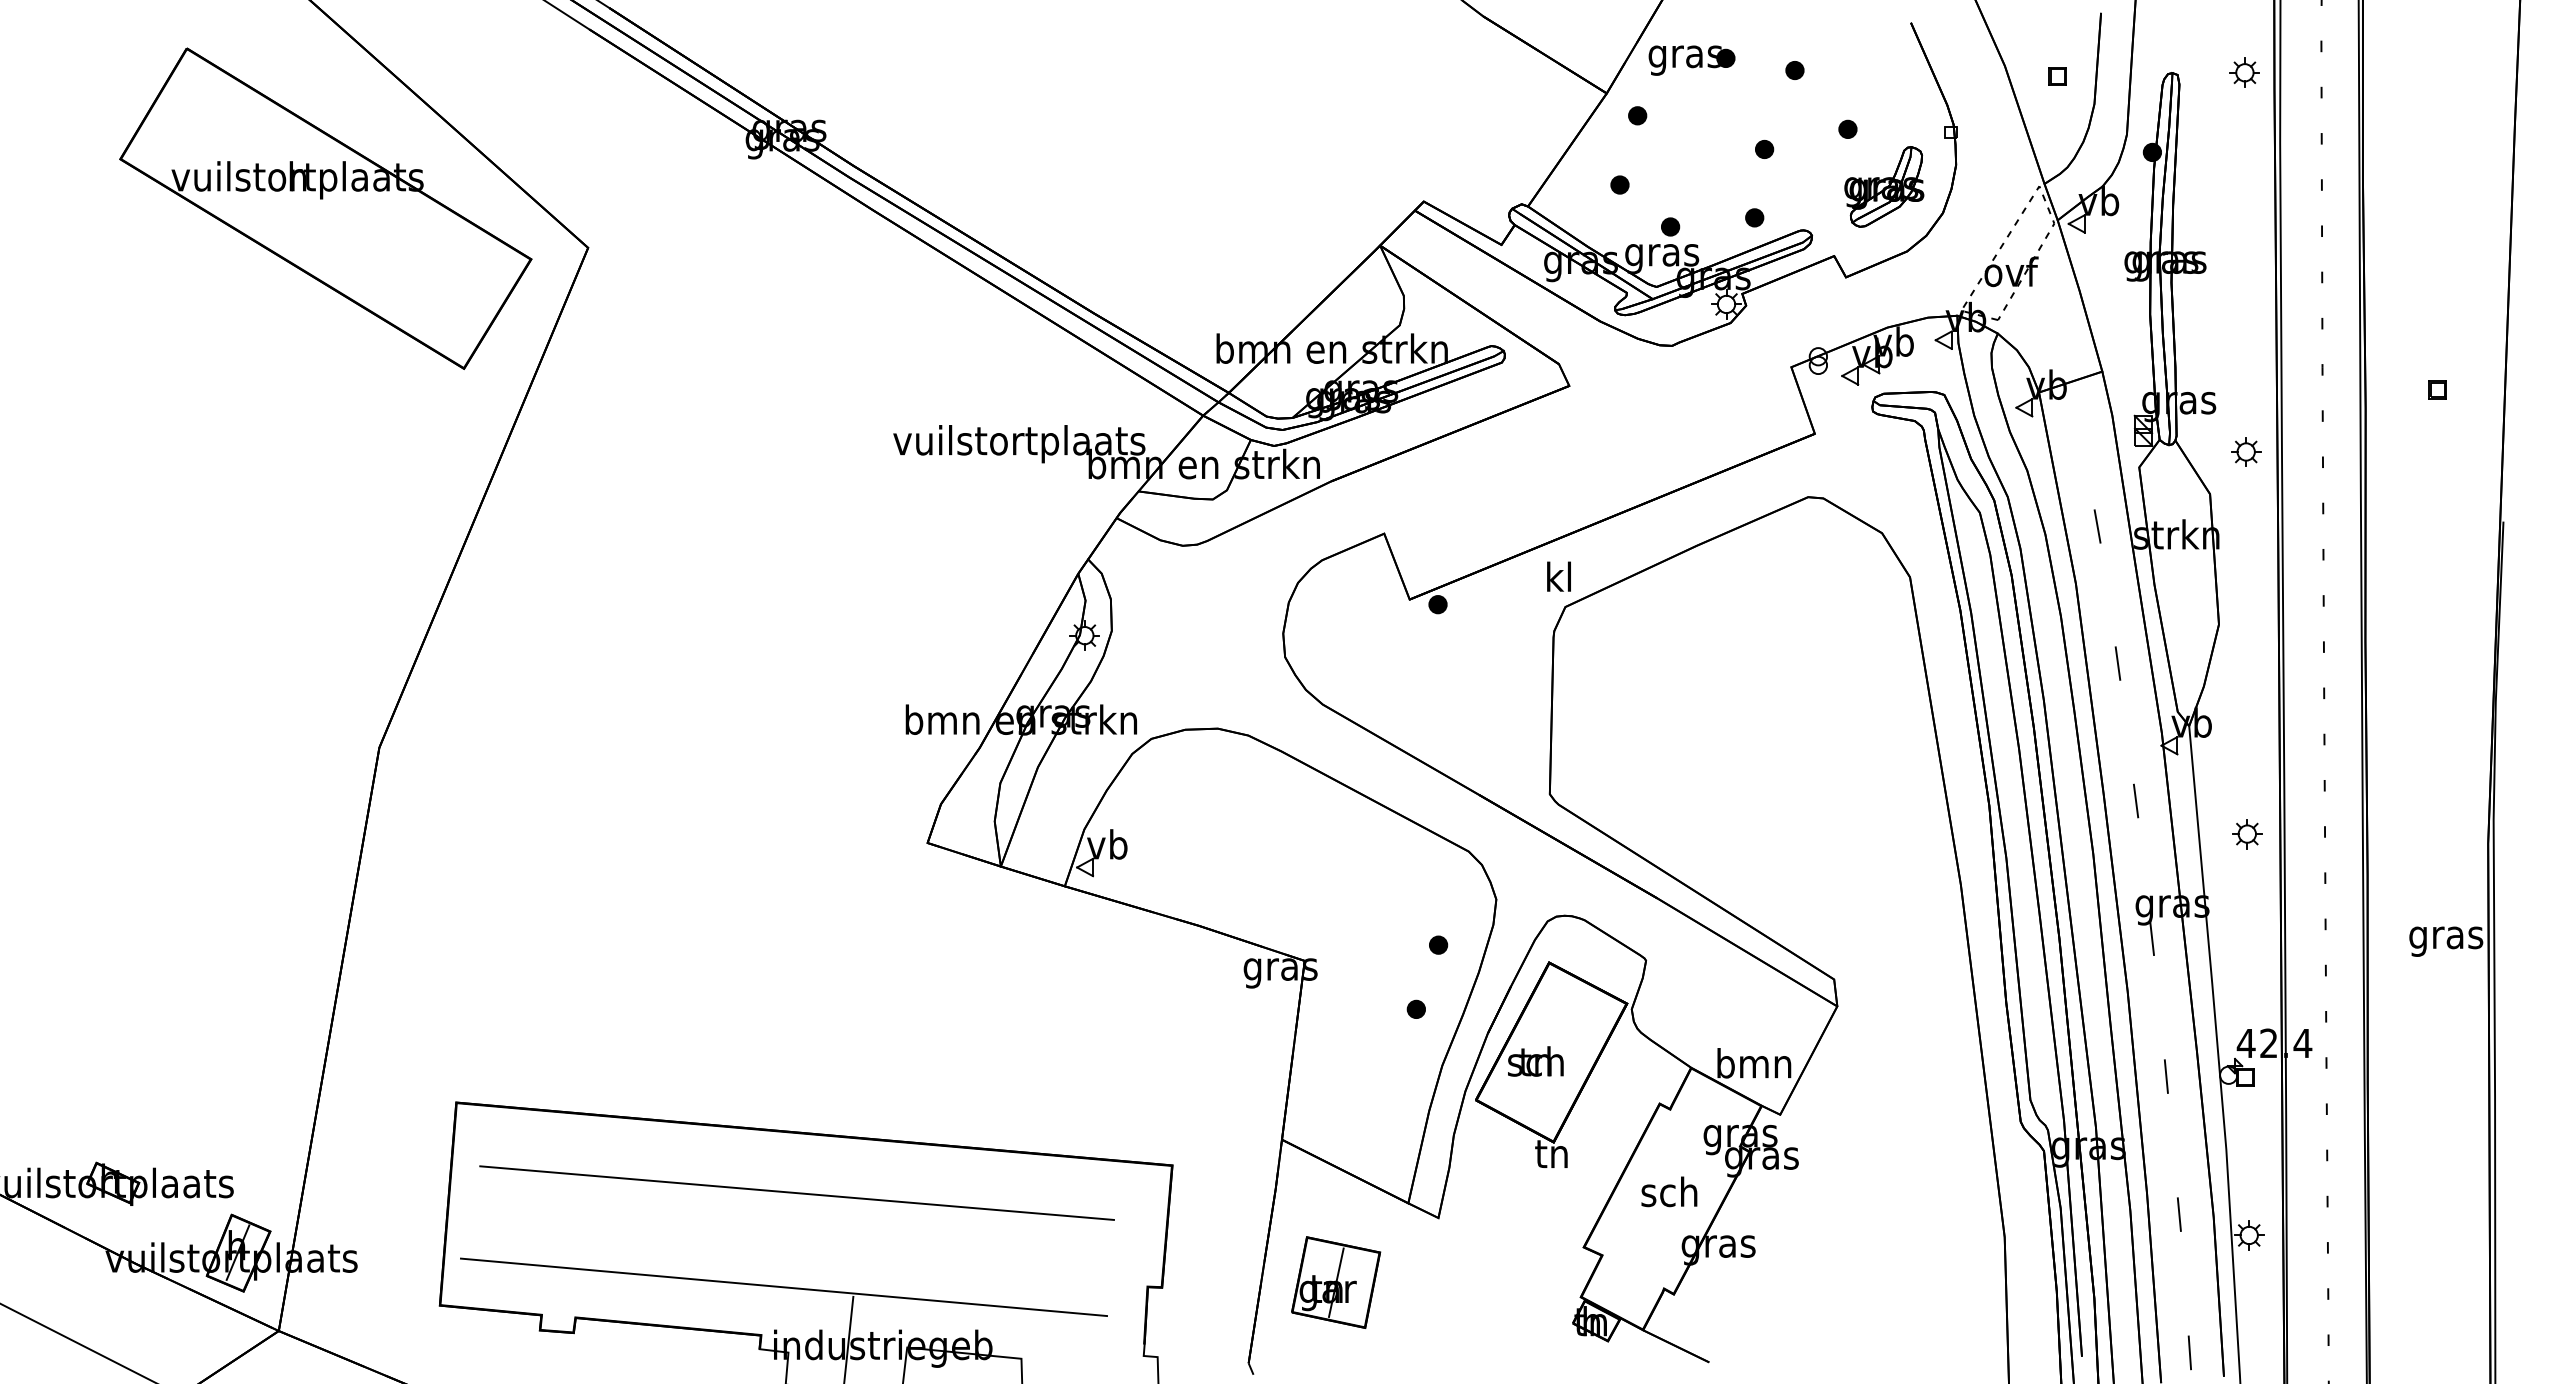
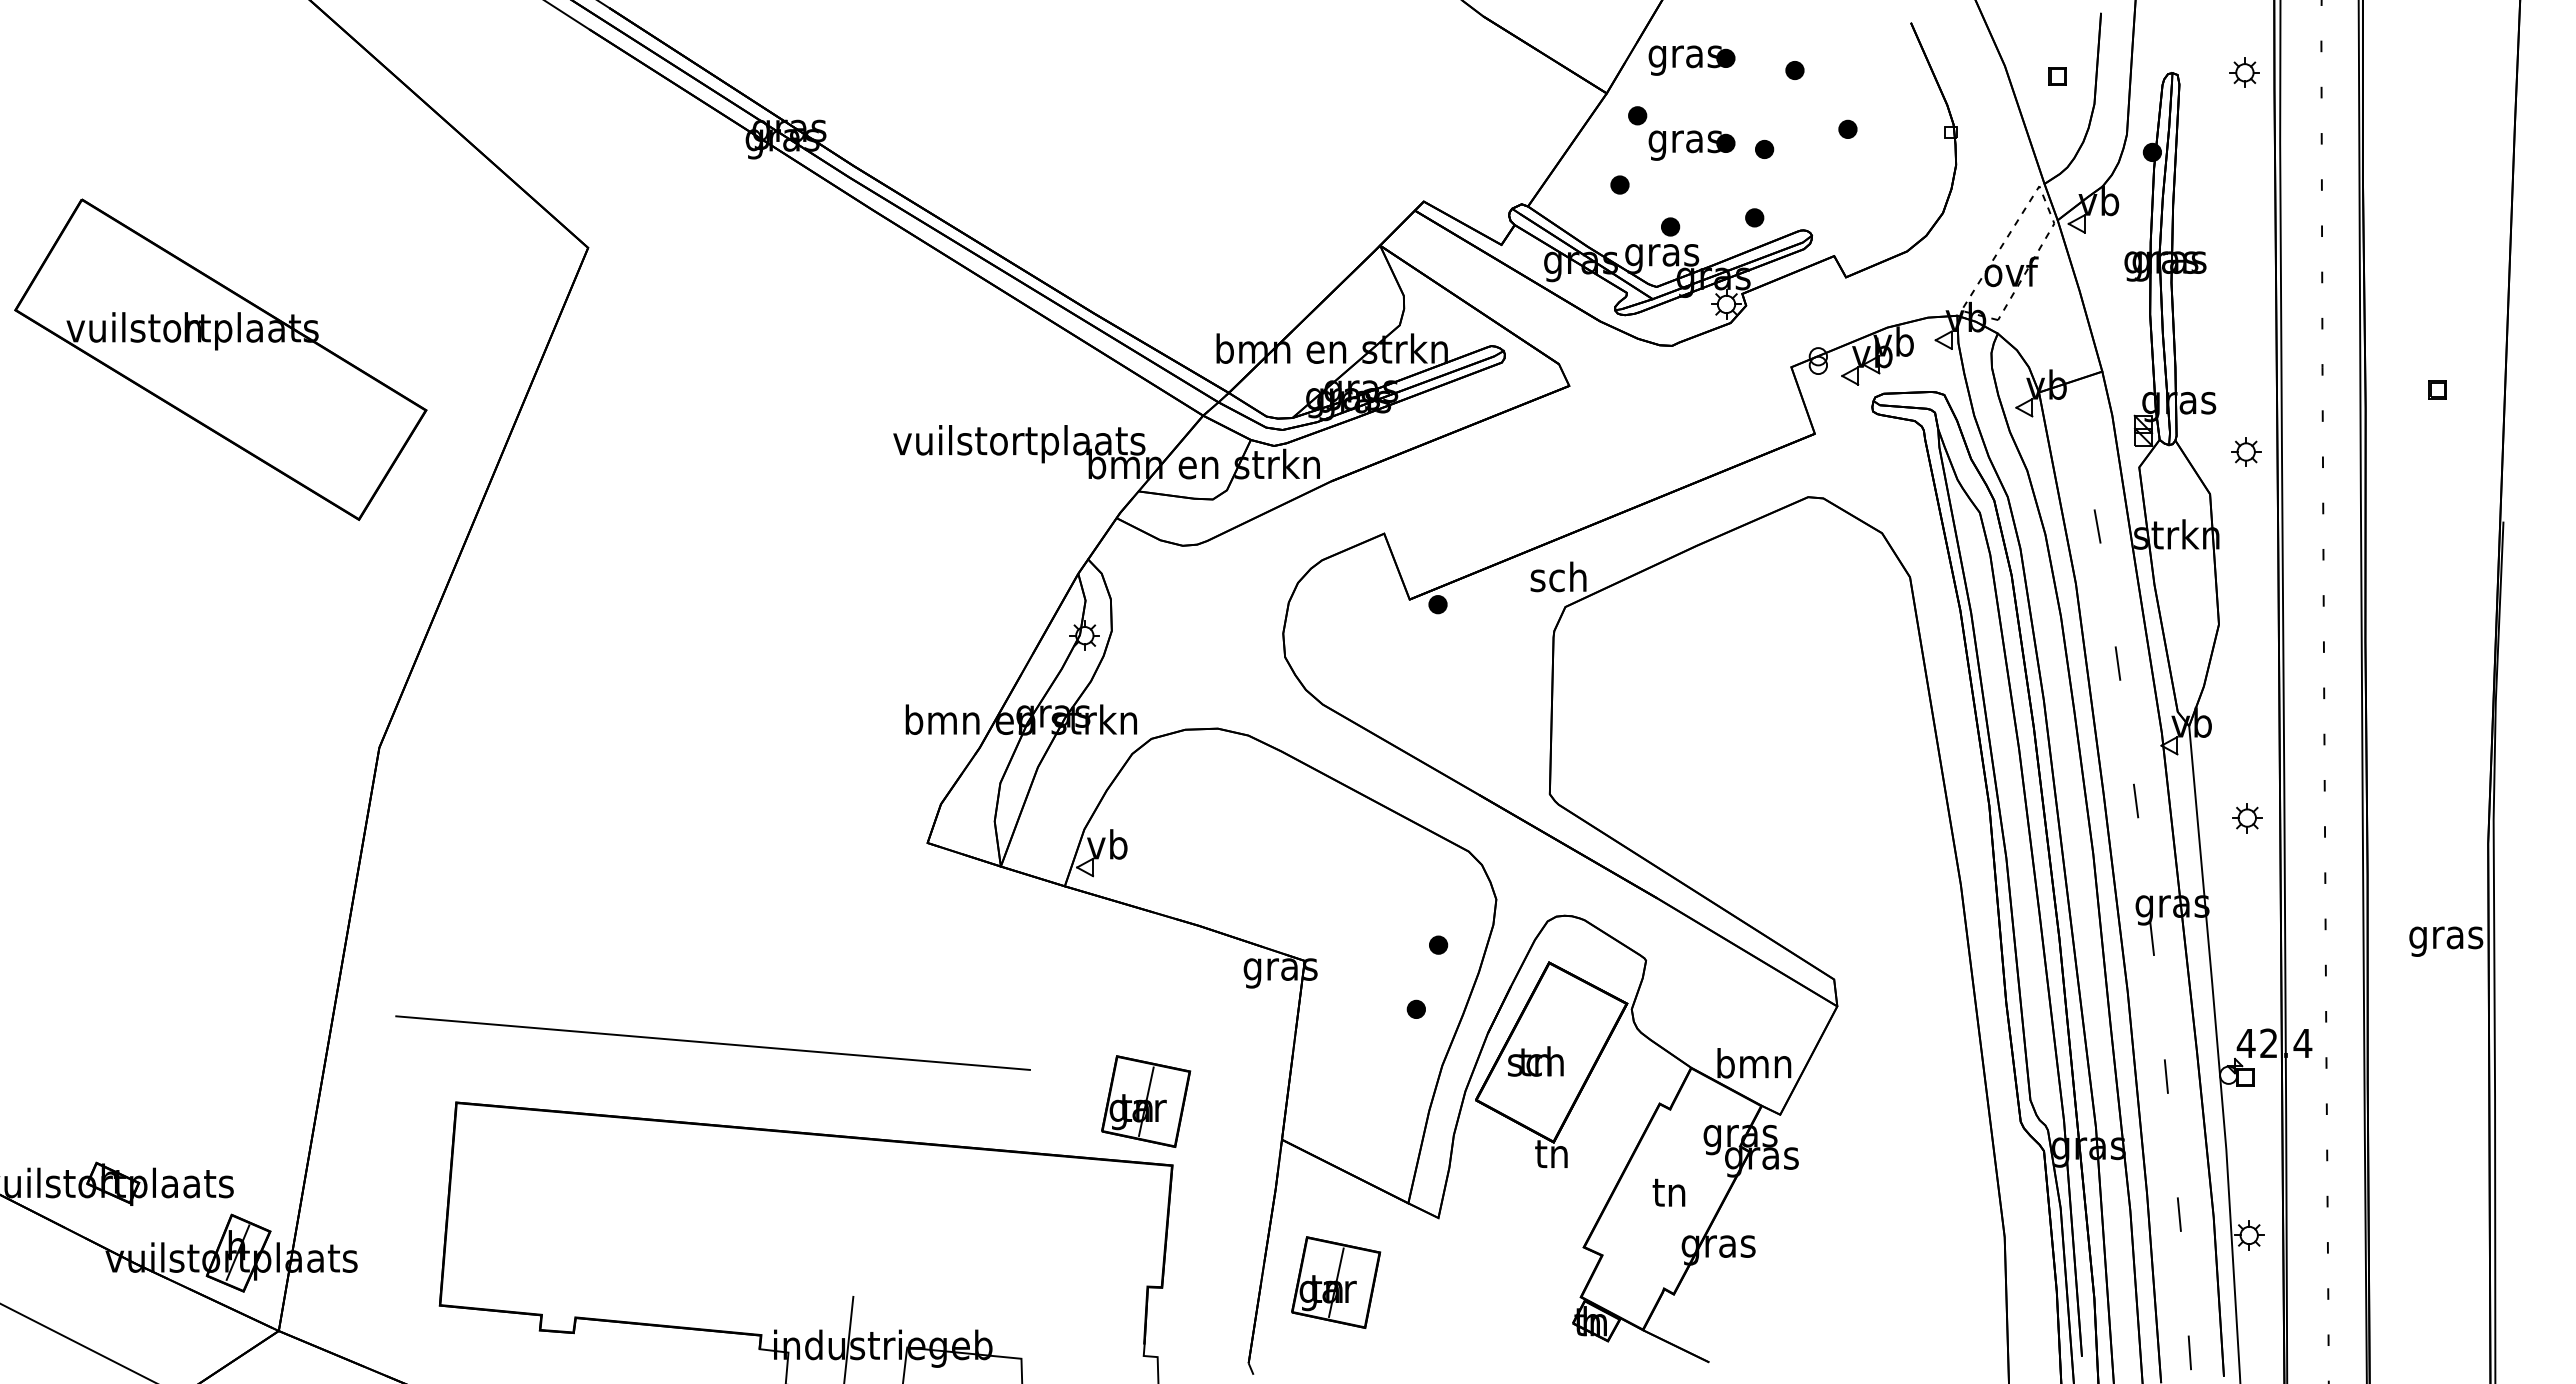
part at (1691, 145): none -> present
part at (1884, 186): present -> none
part at (325, 208) position: (325, 208) -> (220, 359)
text at (1558, 576): kl -> sch
part at (2247, 834) position: (2247, 834) -> (2247, 818)
part at (1146, 1101): none -> present
text at (1669, 1191): sch -> tn
line at (796, 1192) position: (796, 1192) -> (712, 1042)
line at (783, 1287): present -> none
